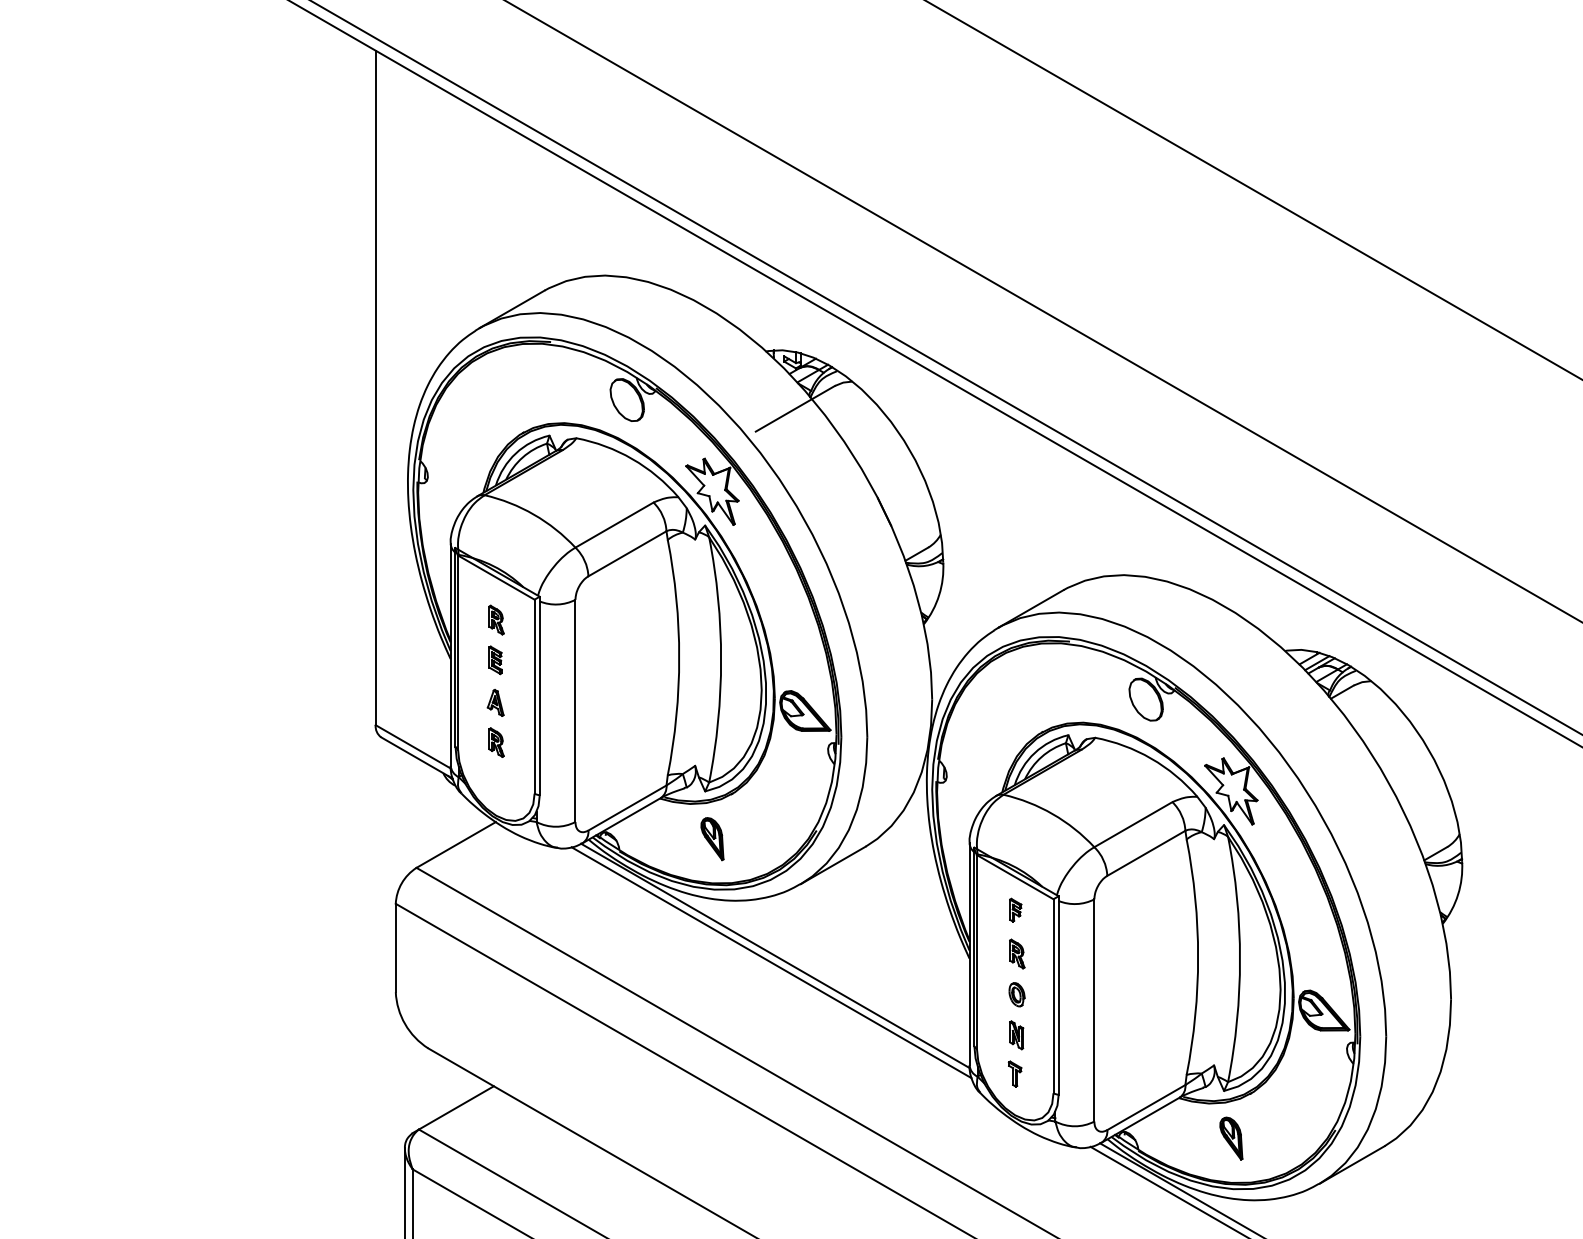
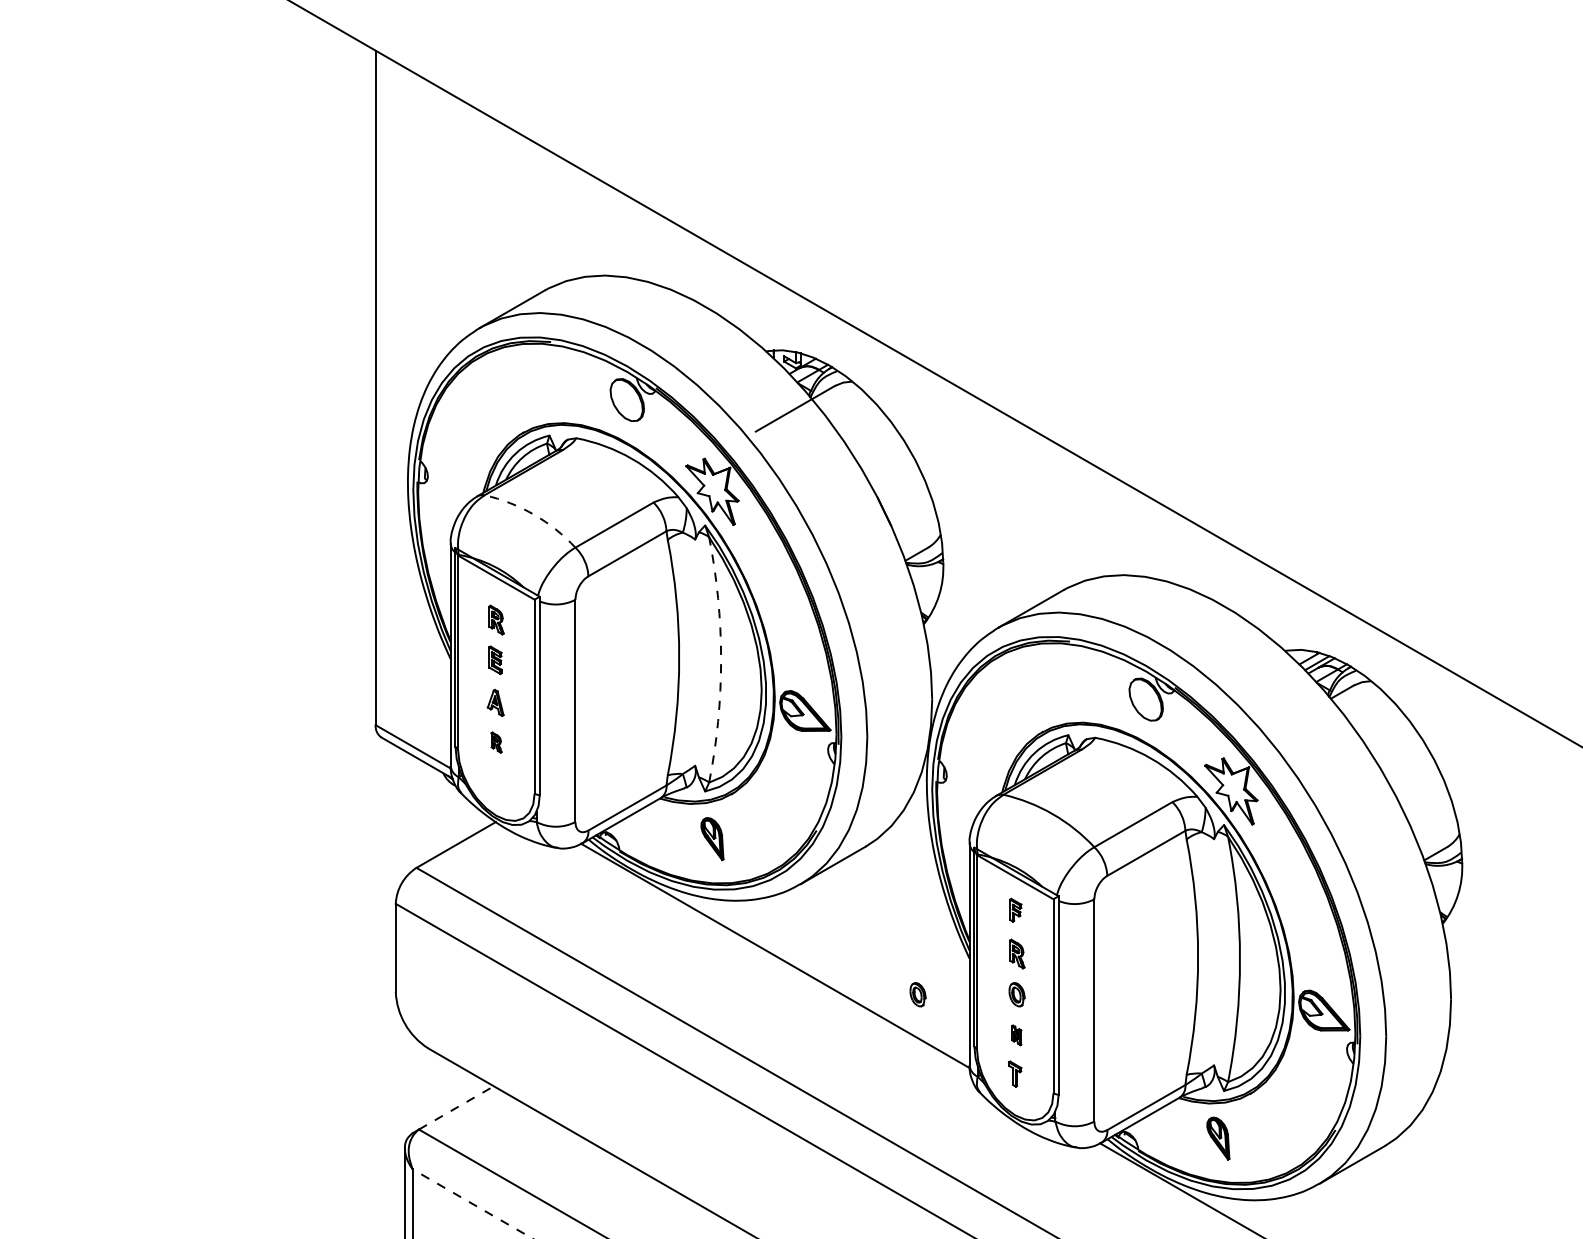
line at (1253, 190): present -> none
line at (1043, 311): present -> none
line at (946, 367): present -> none
arc at (533, 514): solid -> dashed
arc at (721, 659): solid -> dashed
part at (496, 742) size: 17x31 px -> 13x23 px
line at (771, 962): present -> none
part at (917, 994): none -> present
part at (1016, 1035) size: 16x31 px -> 12x23 px
line at (456, 1107): solid -> dashed
part at (1231, 1138) position: (1231, 1138) -> (1218, 1138)
line at (1167, 1190): present -> none
line at (472, 1203): solid -> dashed
